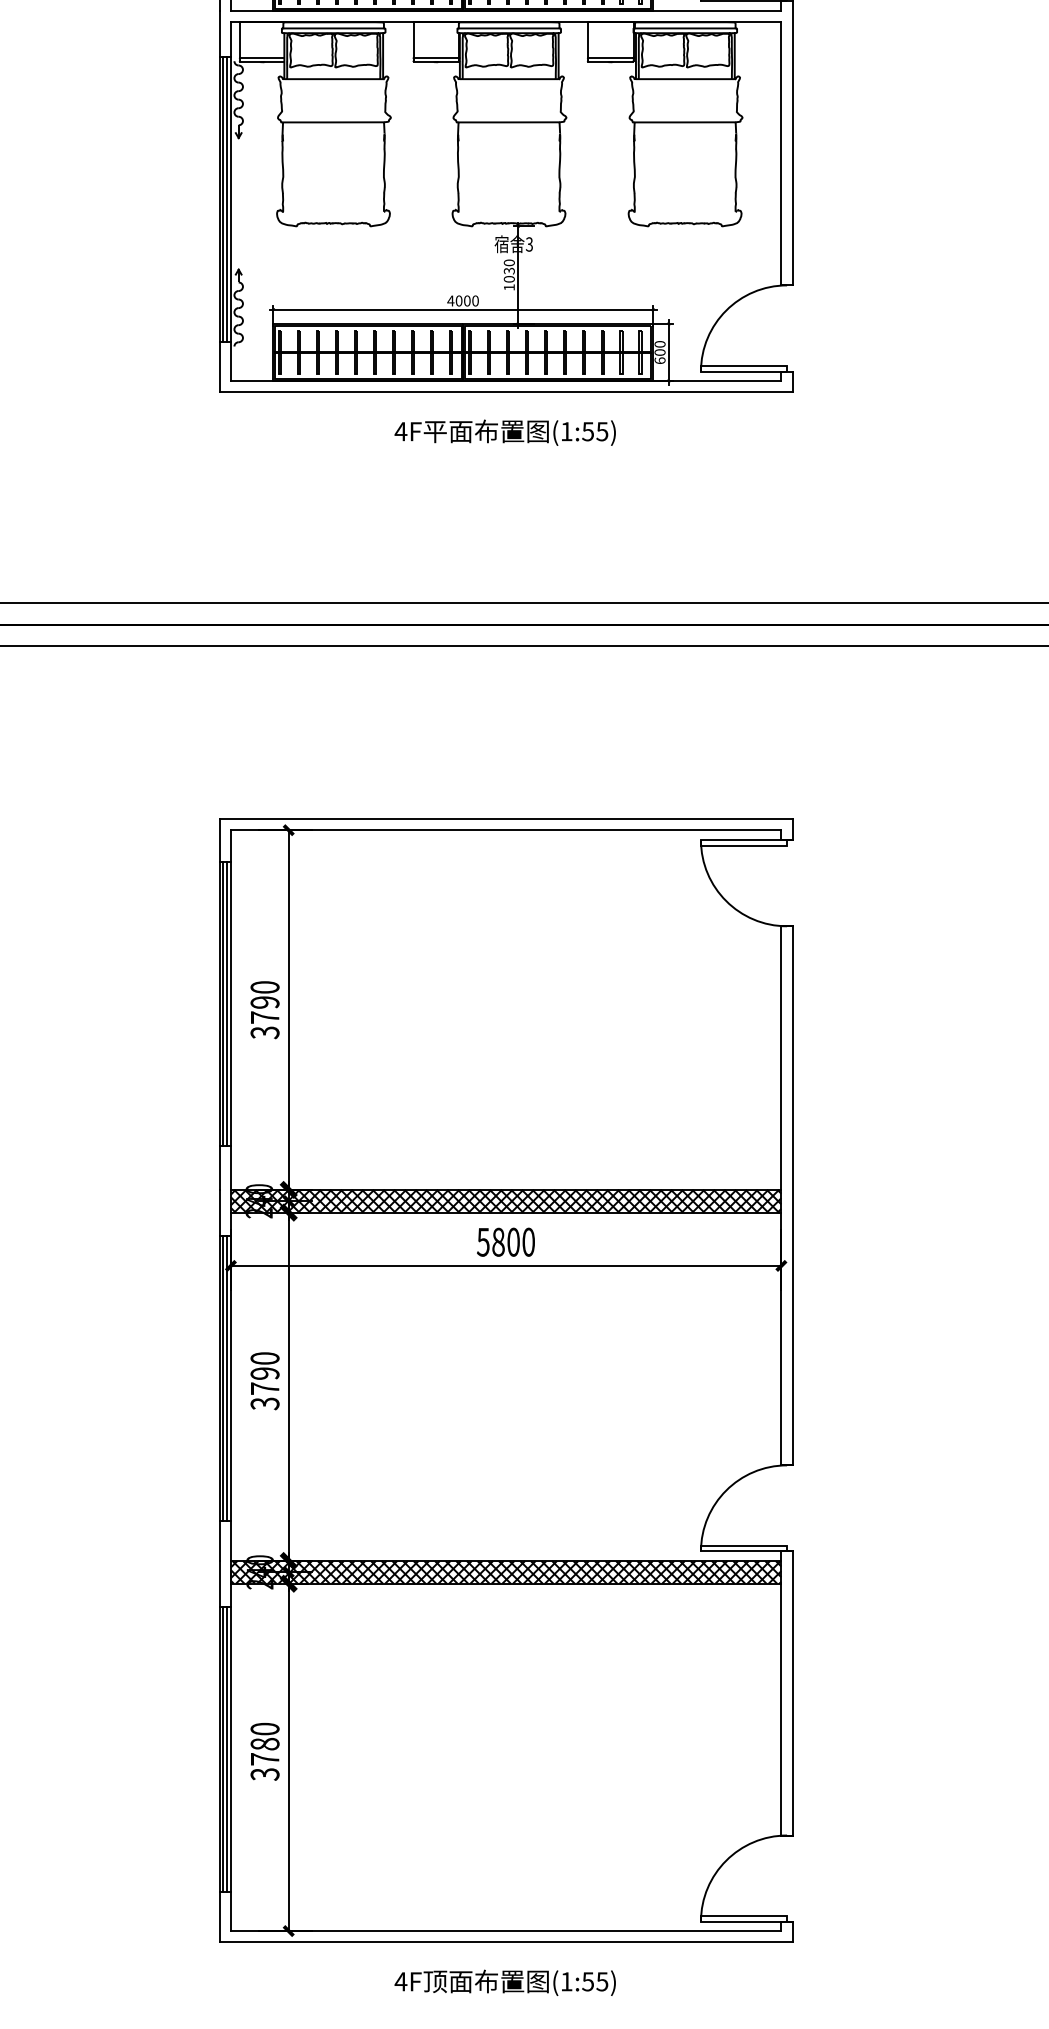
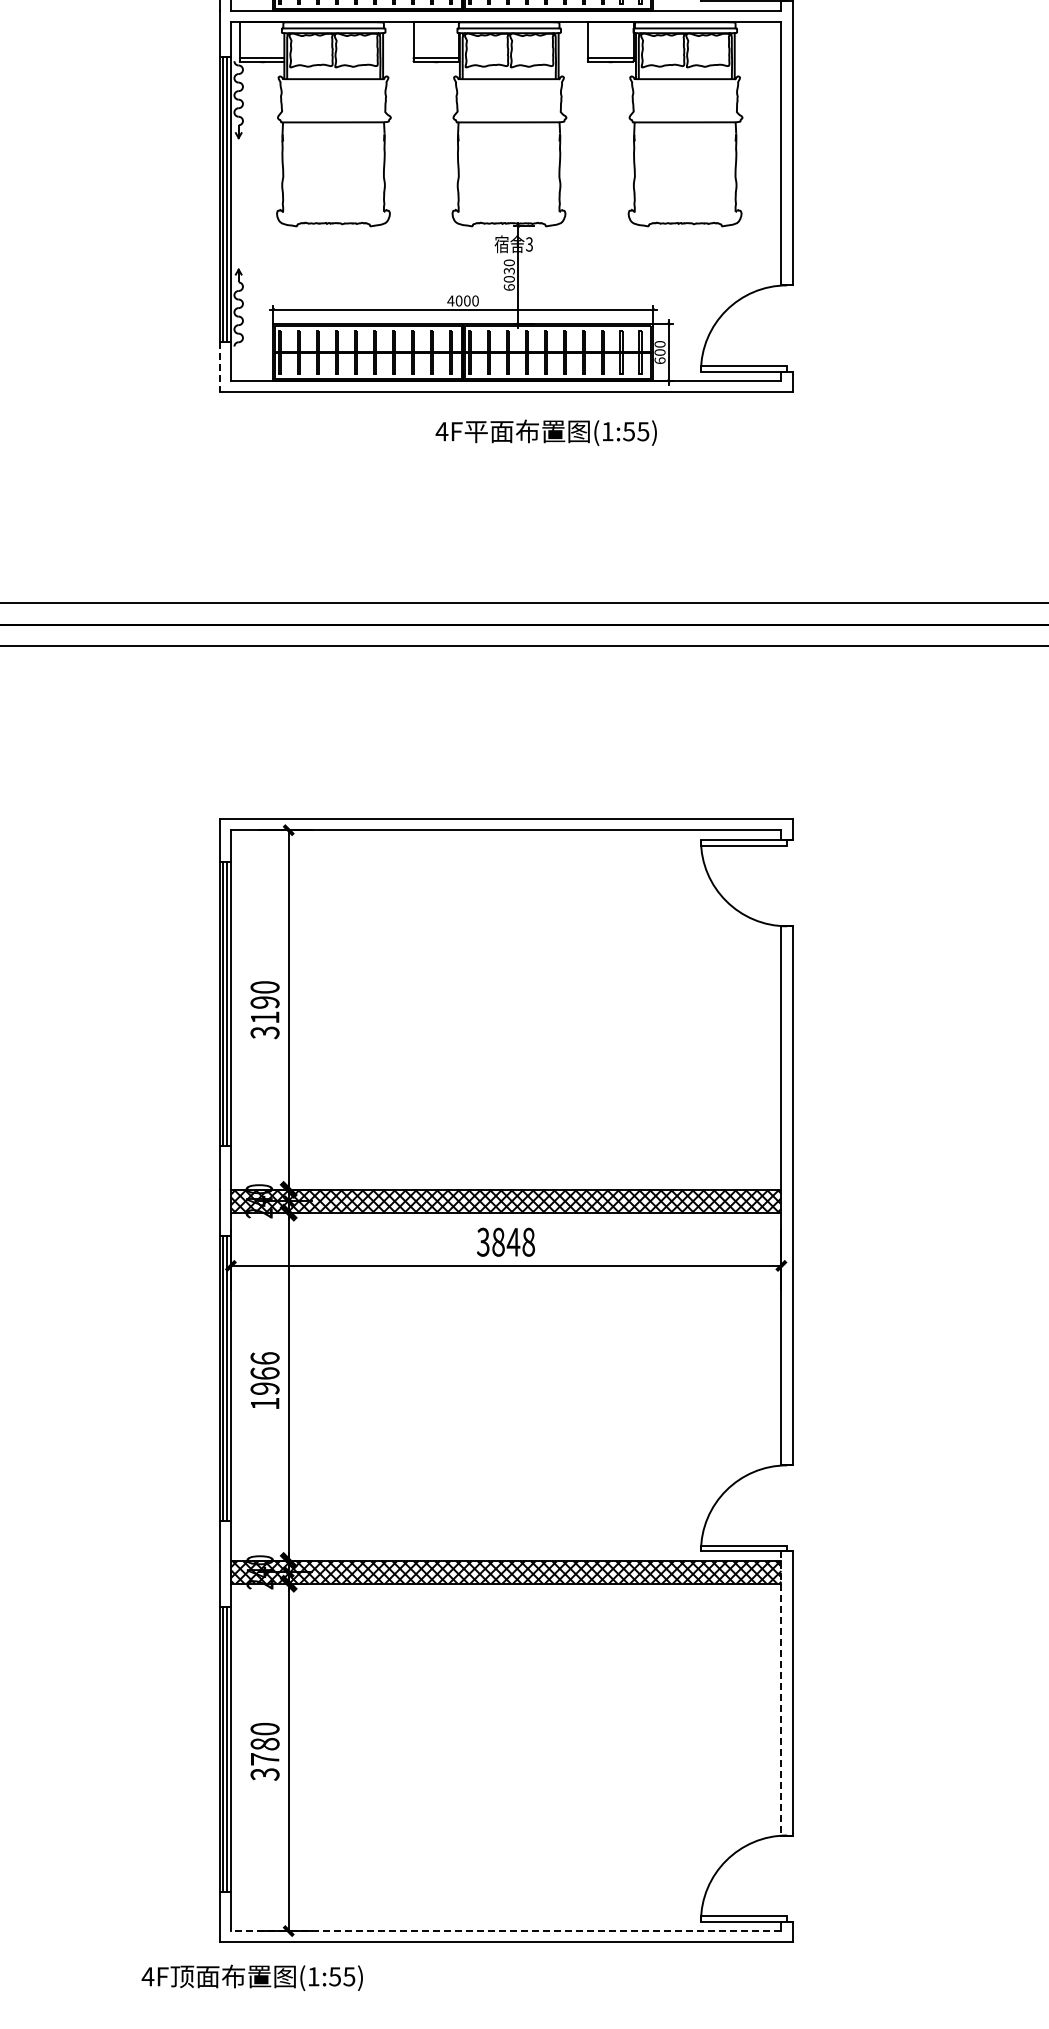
text at (508, 287): 1030 -> 6030
line at (219, 367): solid -> dashed
text at (504, 432) position: (504, 432) -> (545, 432)
text at (265, 1017): 3790 -> 3190
text at (505, 1241): 5800 -> 3848
text at (264, 1381): 3790 -> 1966
line at (781, 1693): solid -> dashed
line at (505, 1931): solid -> dashed
text at (504, 1982) position: (504, 1982) -> (251, 1977)
